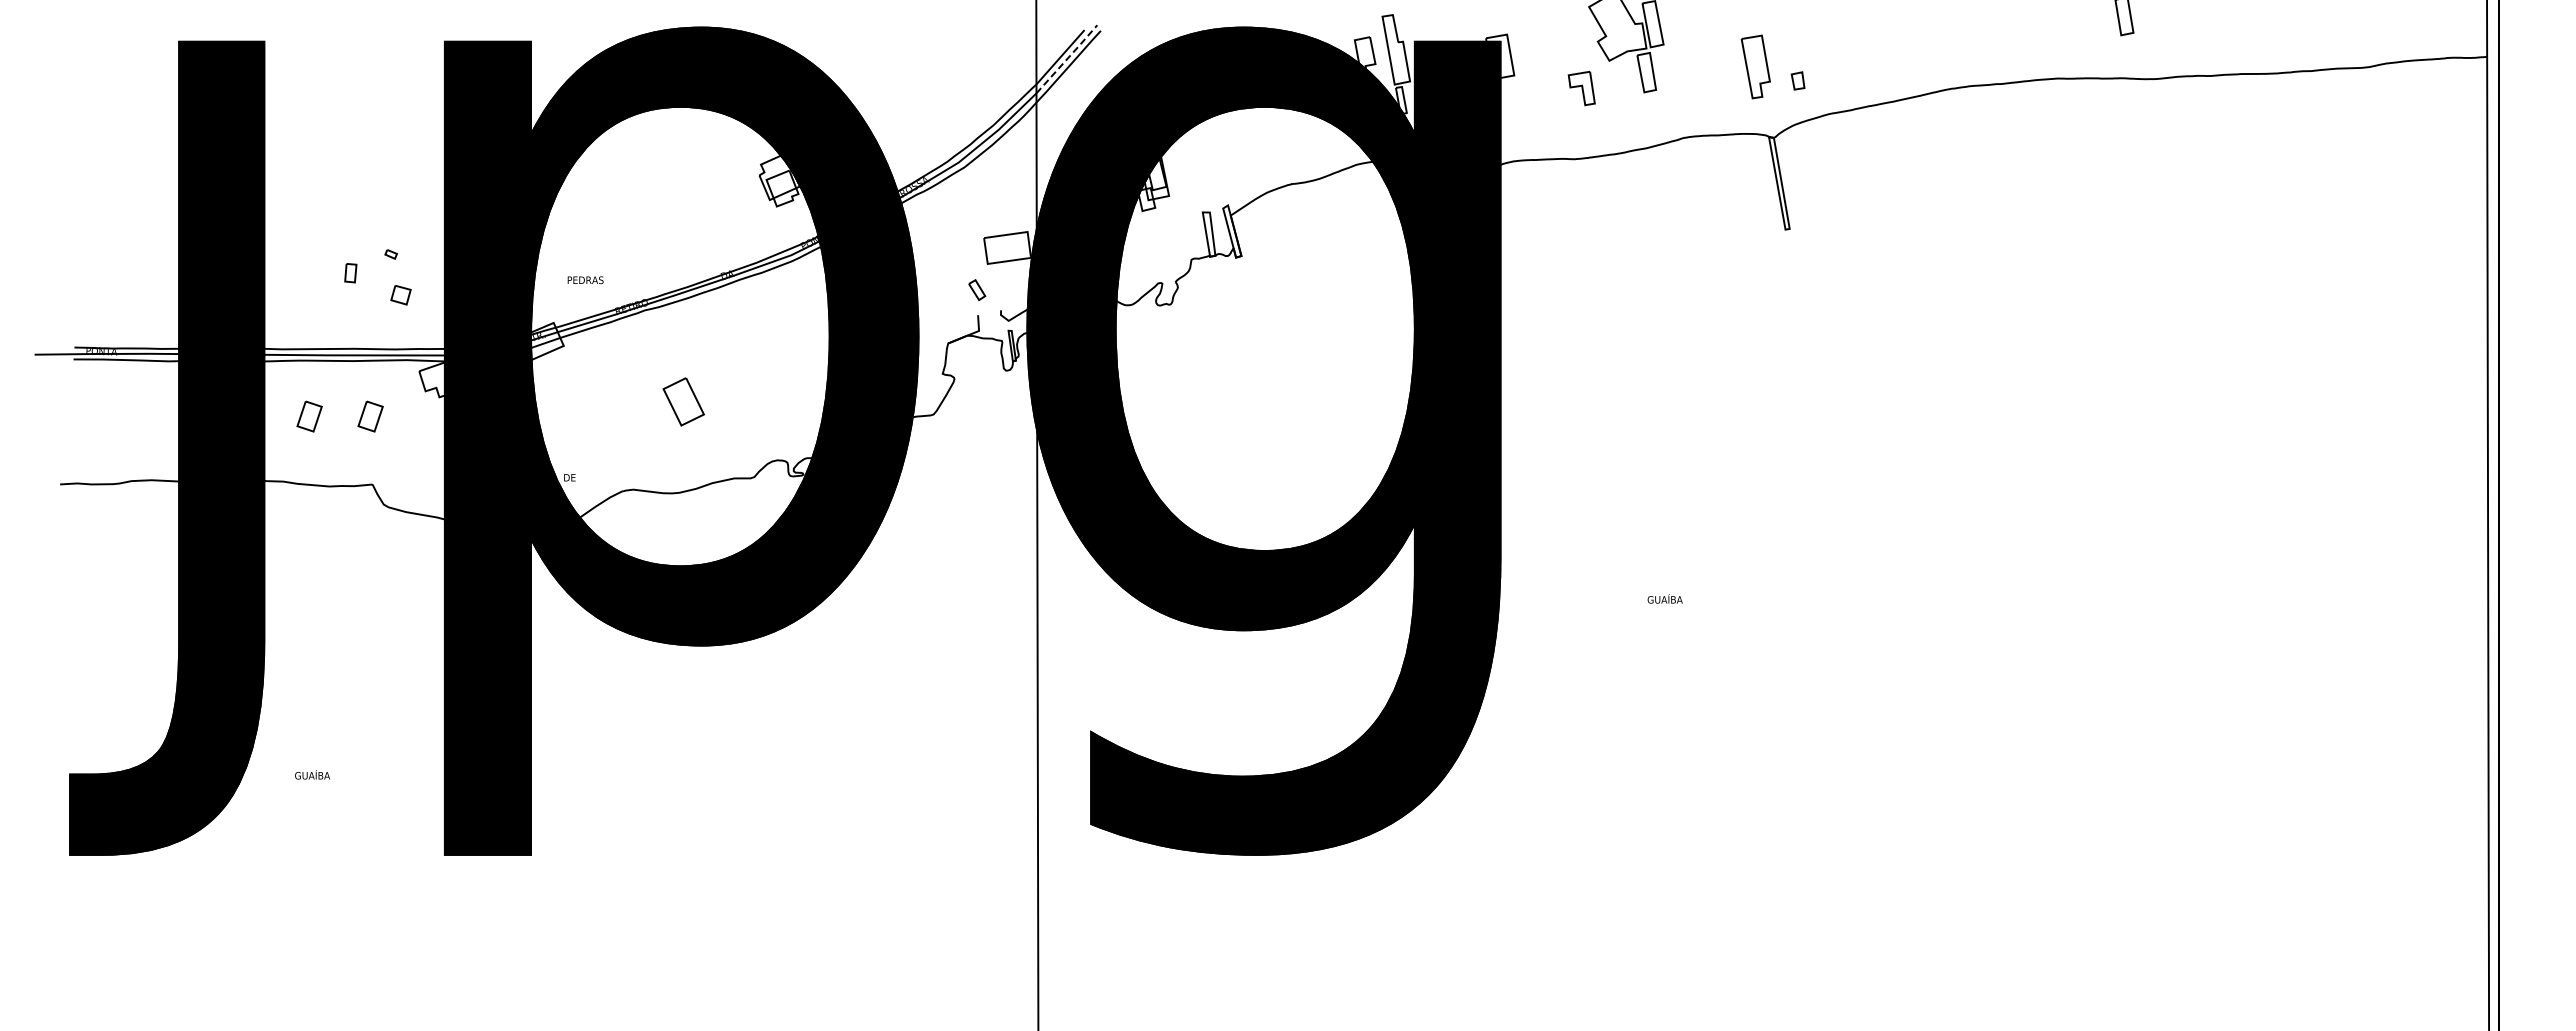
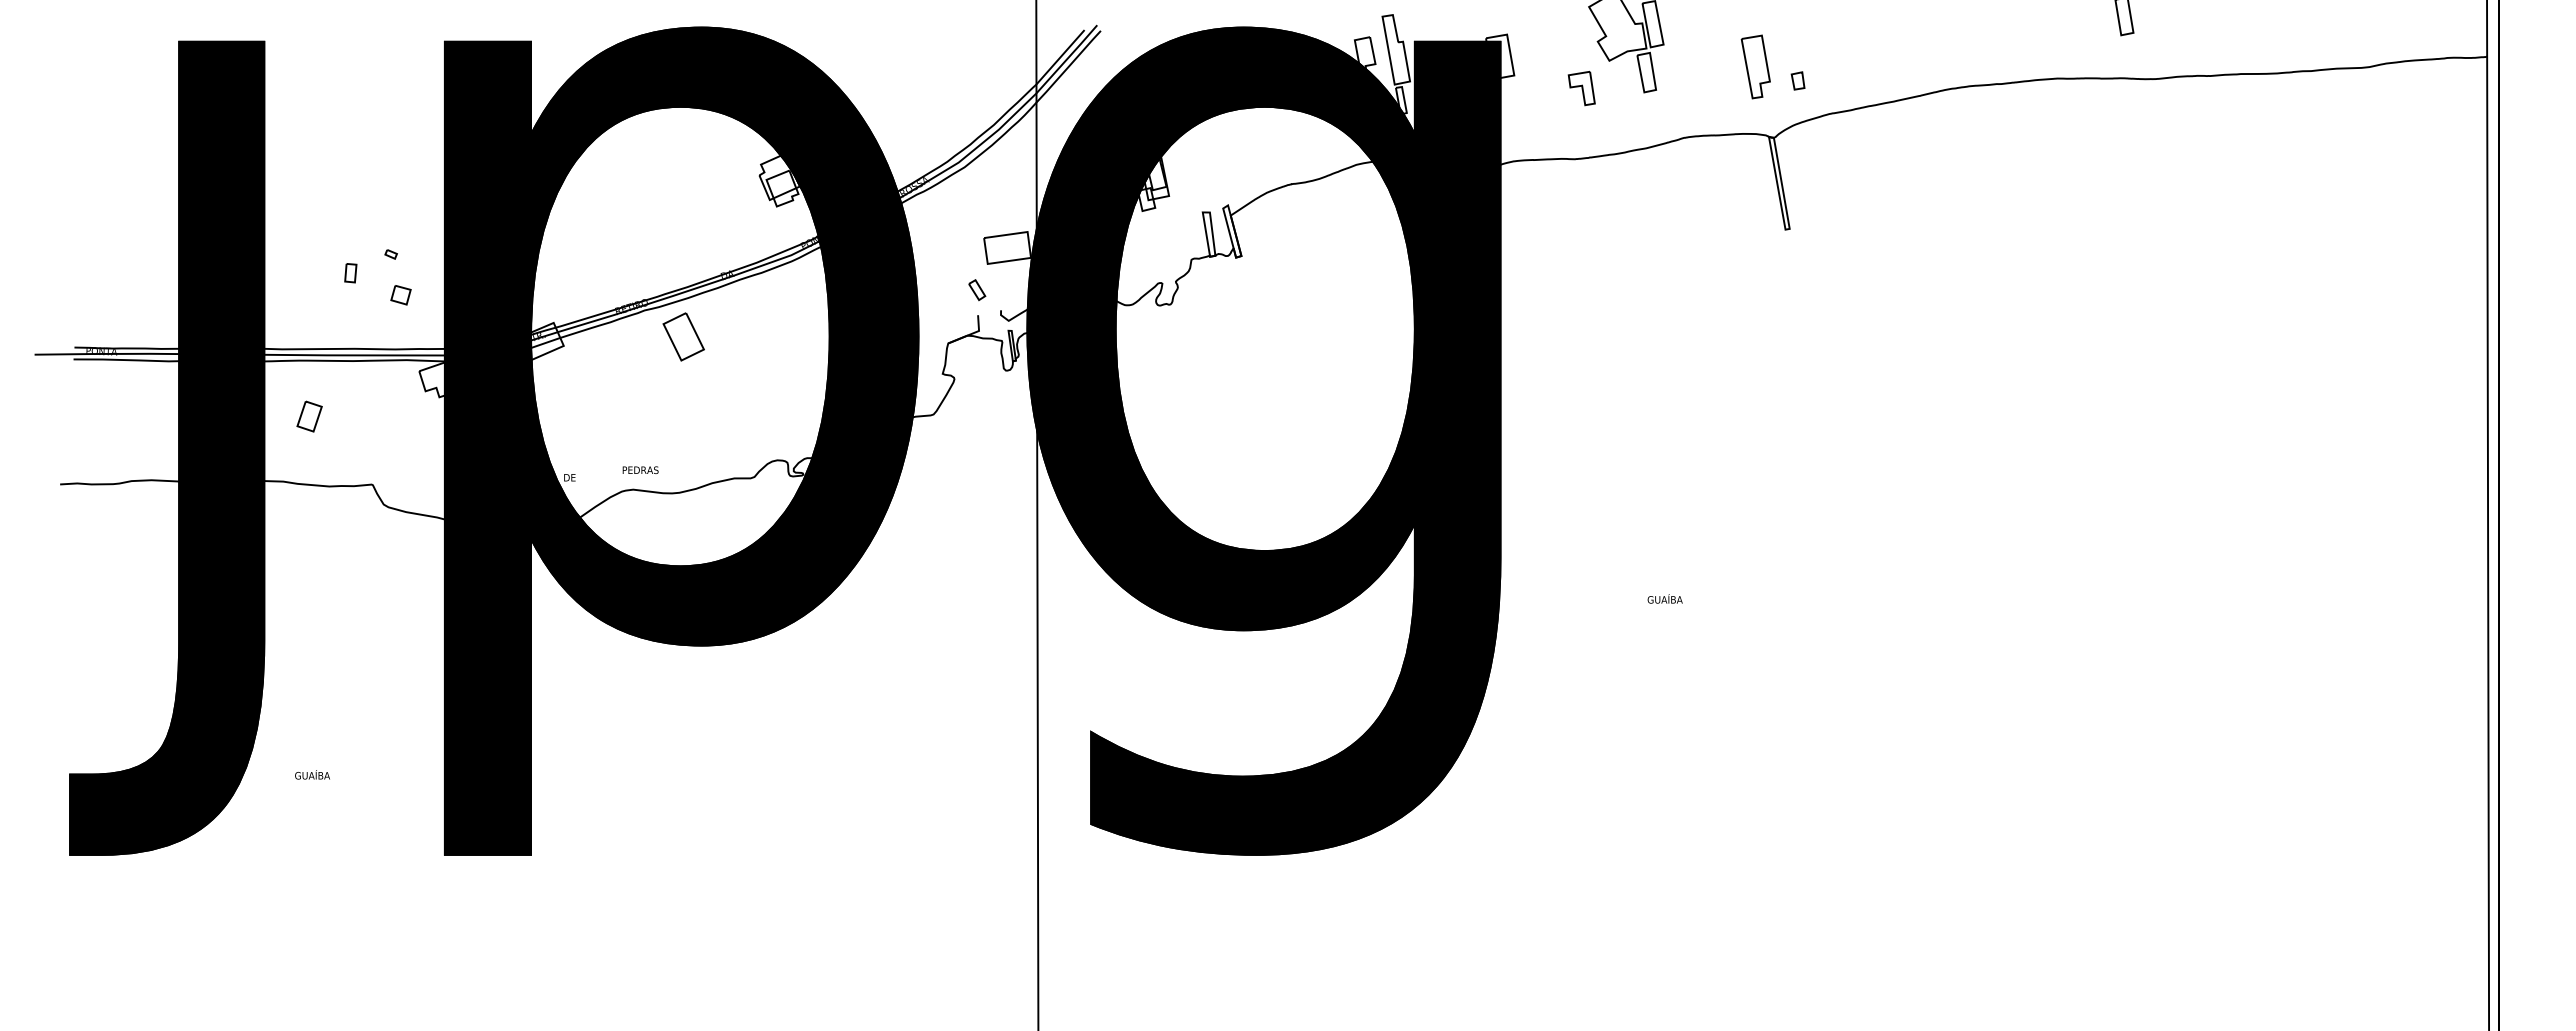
line at (1067, 59): dashed -> solid
text at (585, 279) position: (585, 279) -> (640, 469)
part at (683, 401) position: (683, 401) -> (683, 336)
part at (370, 416): present -> none
